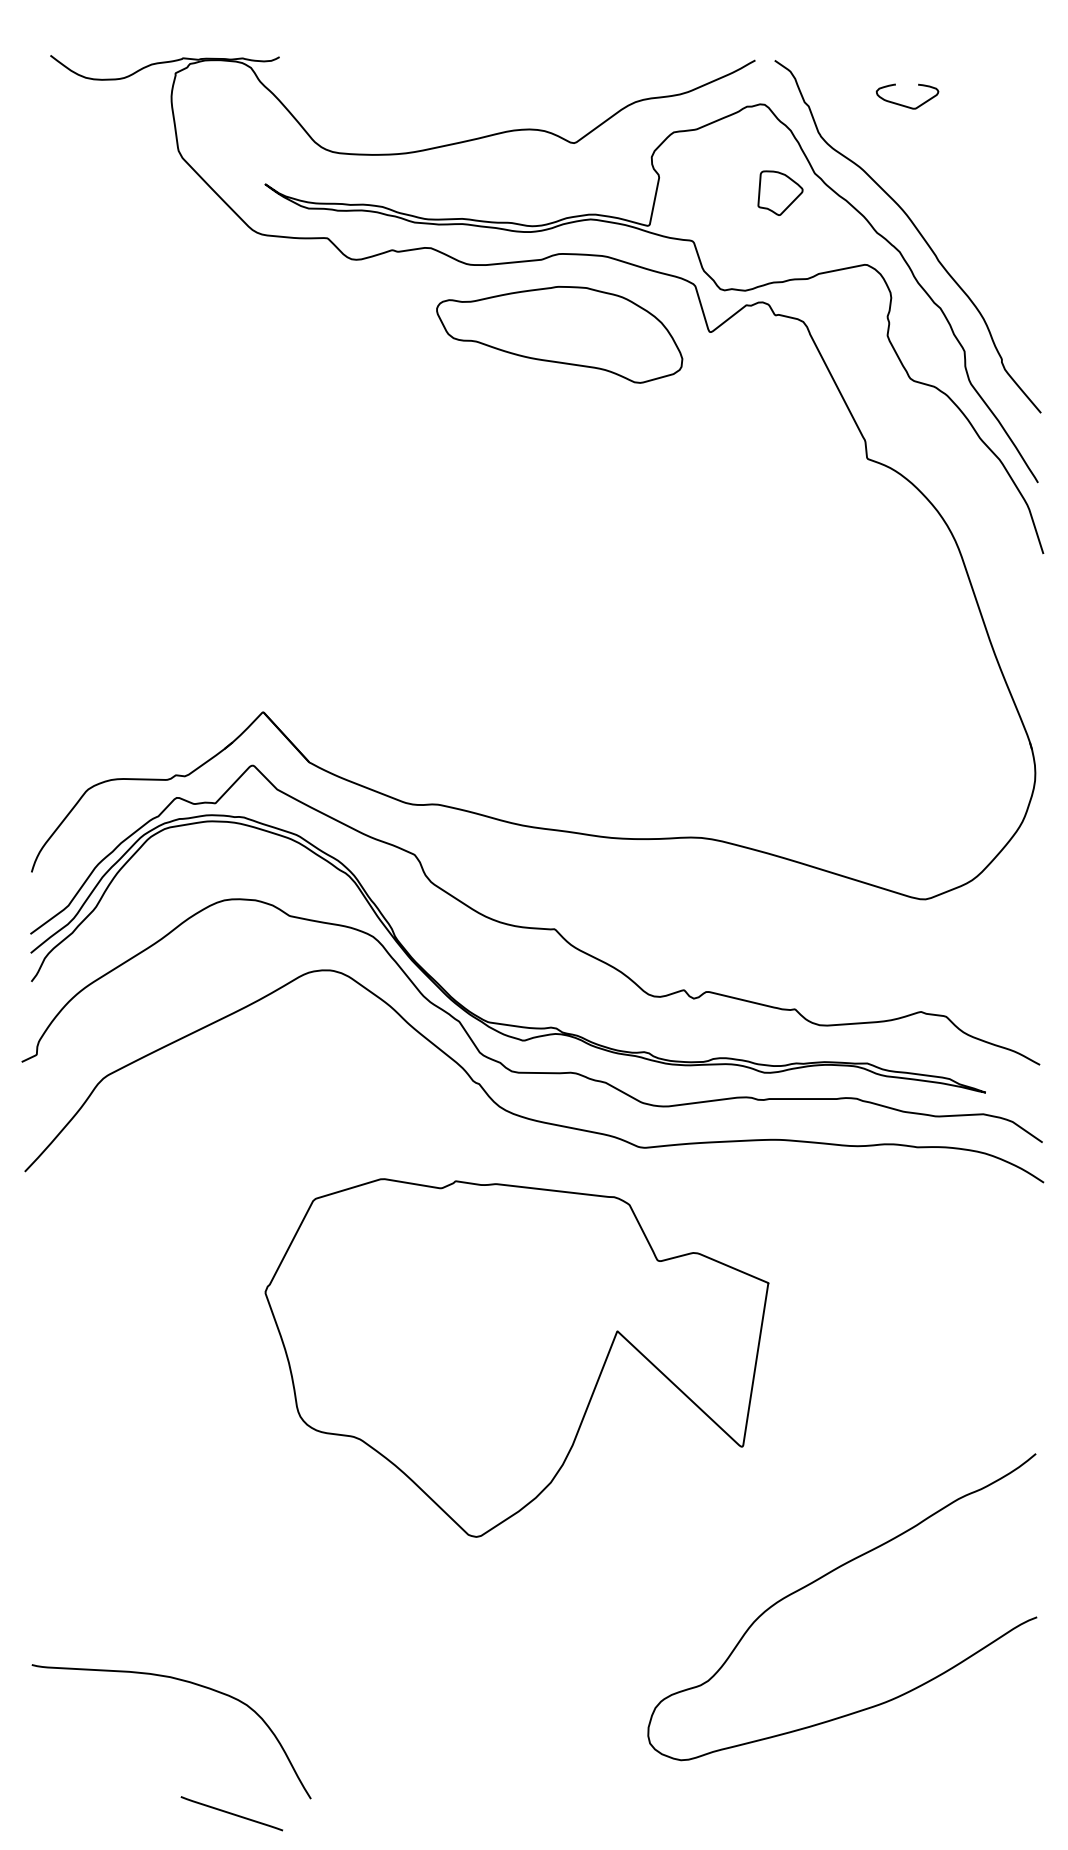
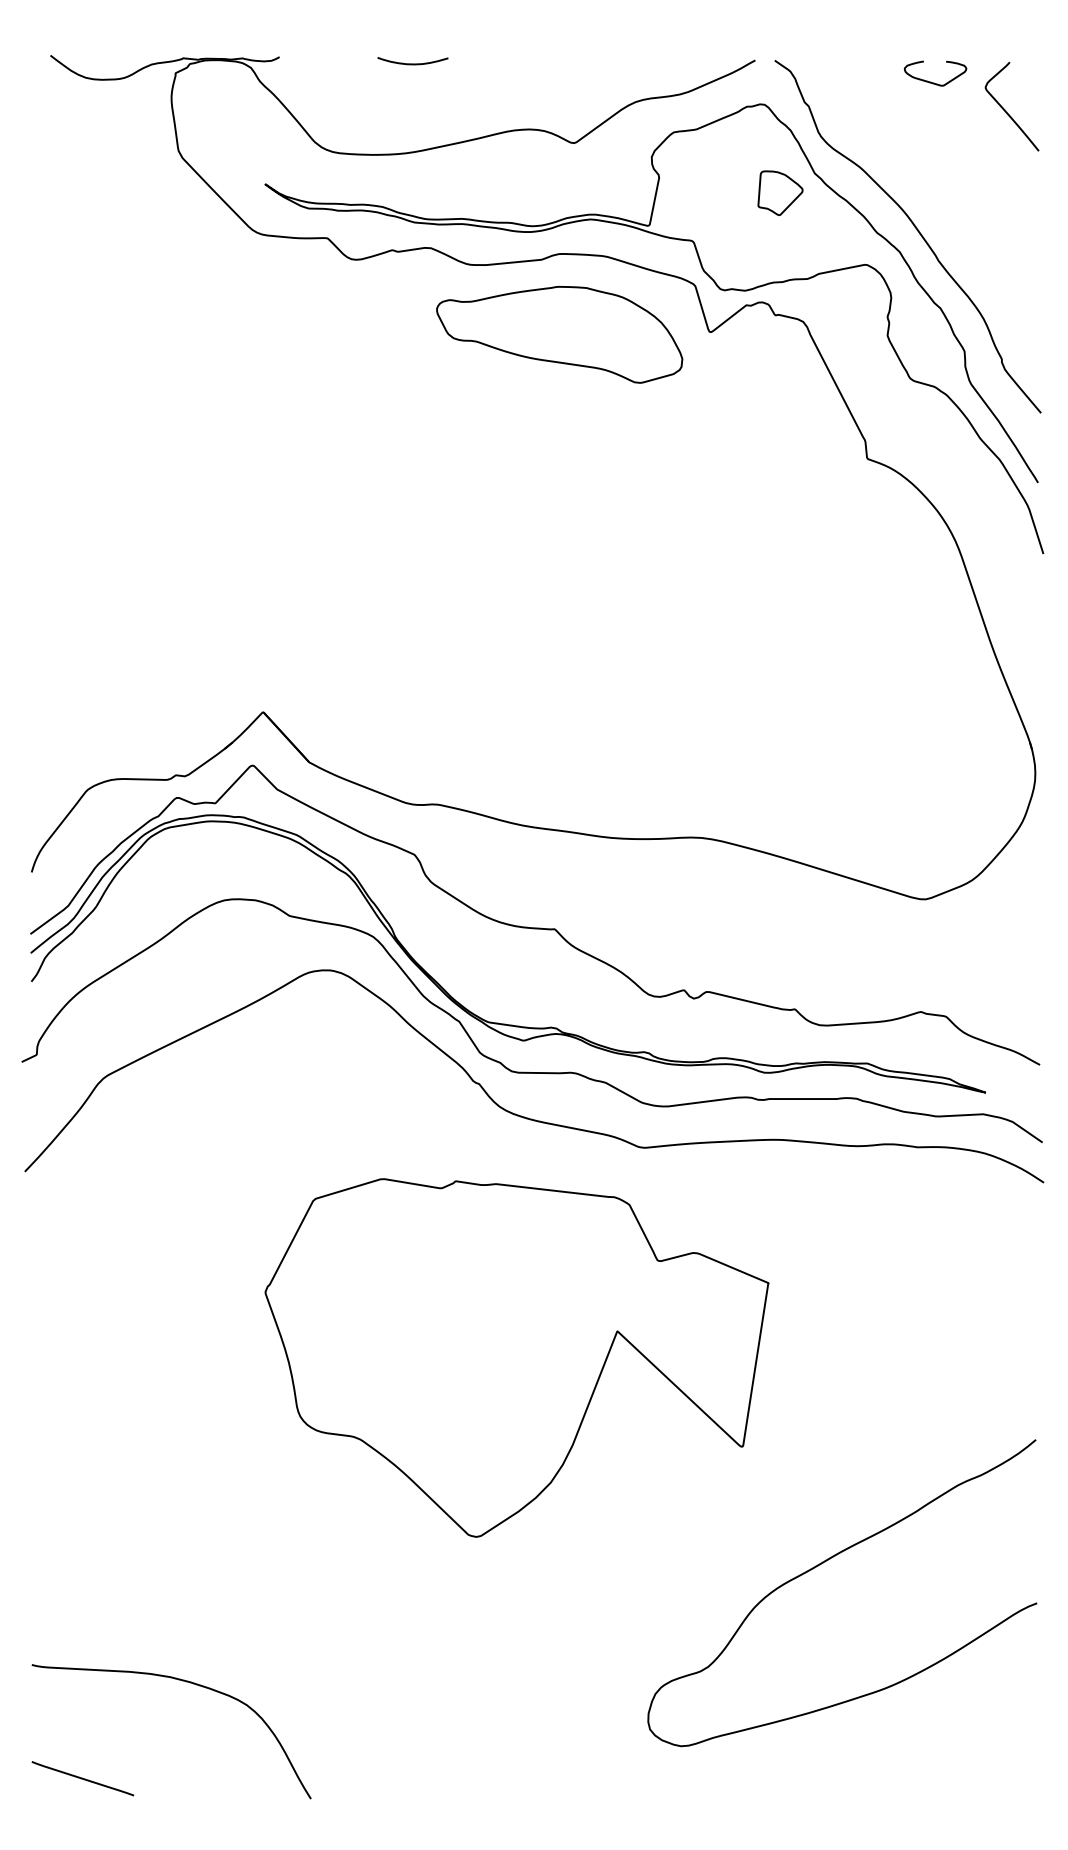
curve at (412, 63): none -> present
curve at (903, 104) position: (903, 104) -> (931, 81)
curve at (1005, 109): none -> present
curve at (825, 1576) position: (825, 1576) -> (825, 1562)
line at (231, 1813) position: (231, 1813) -> (82, 1778)
